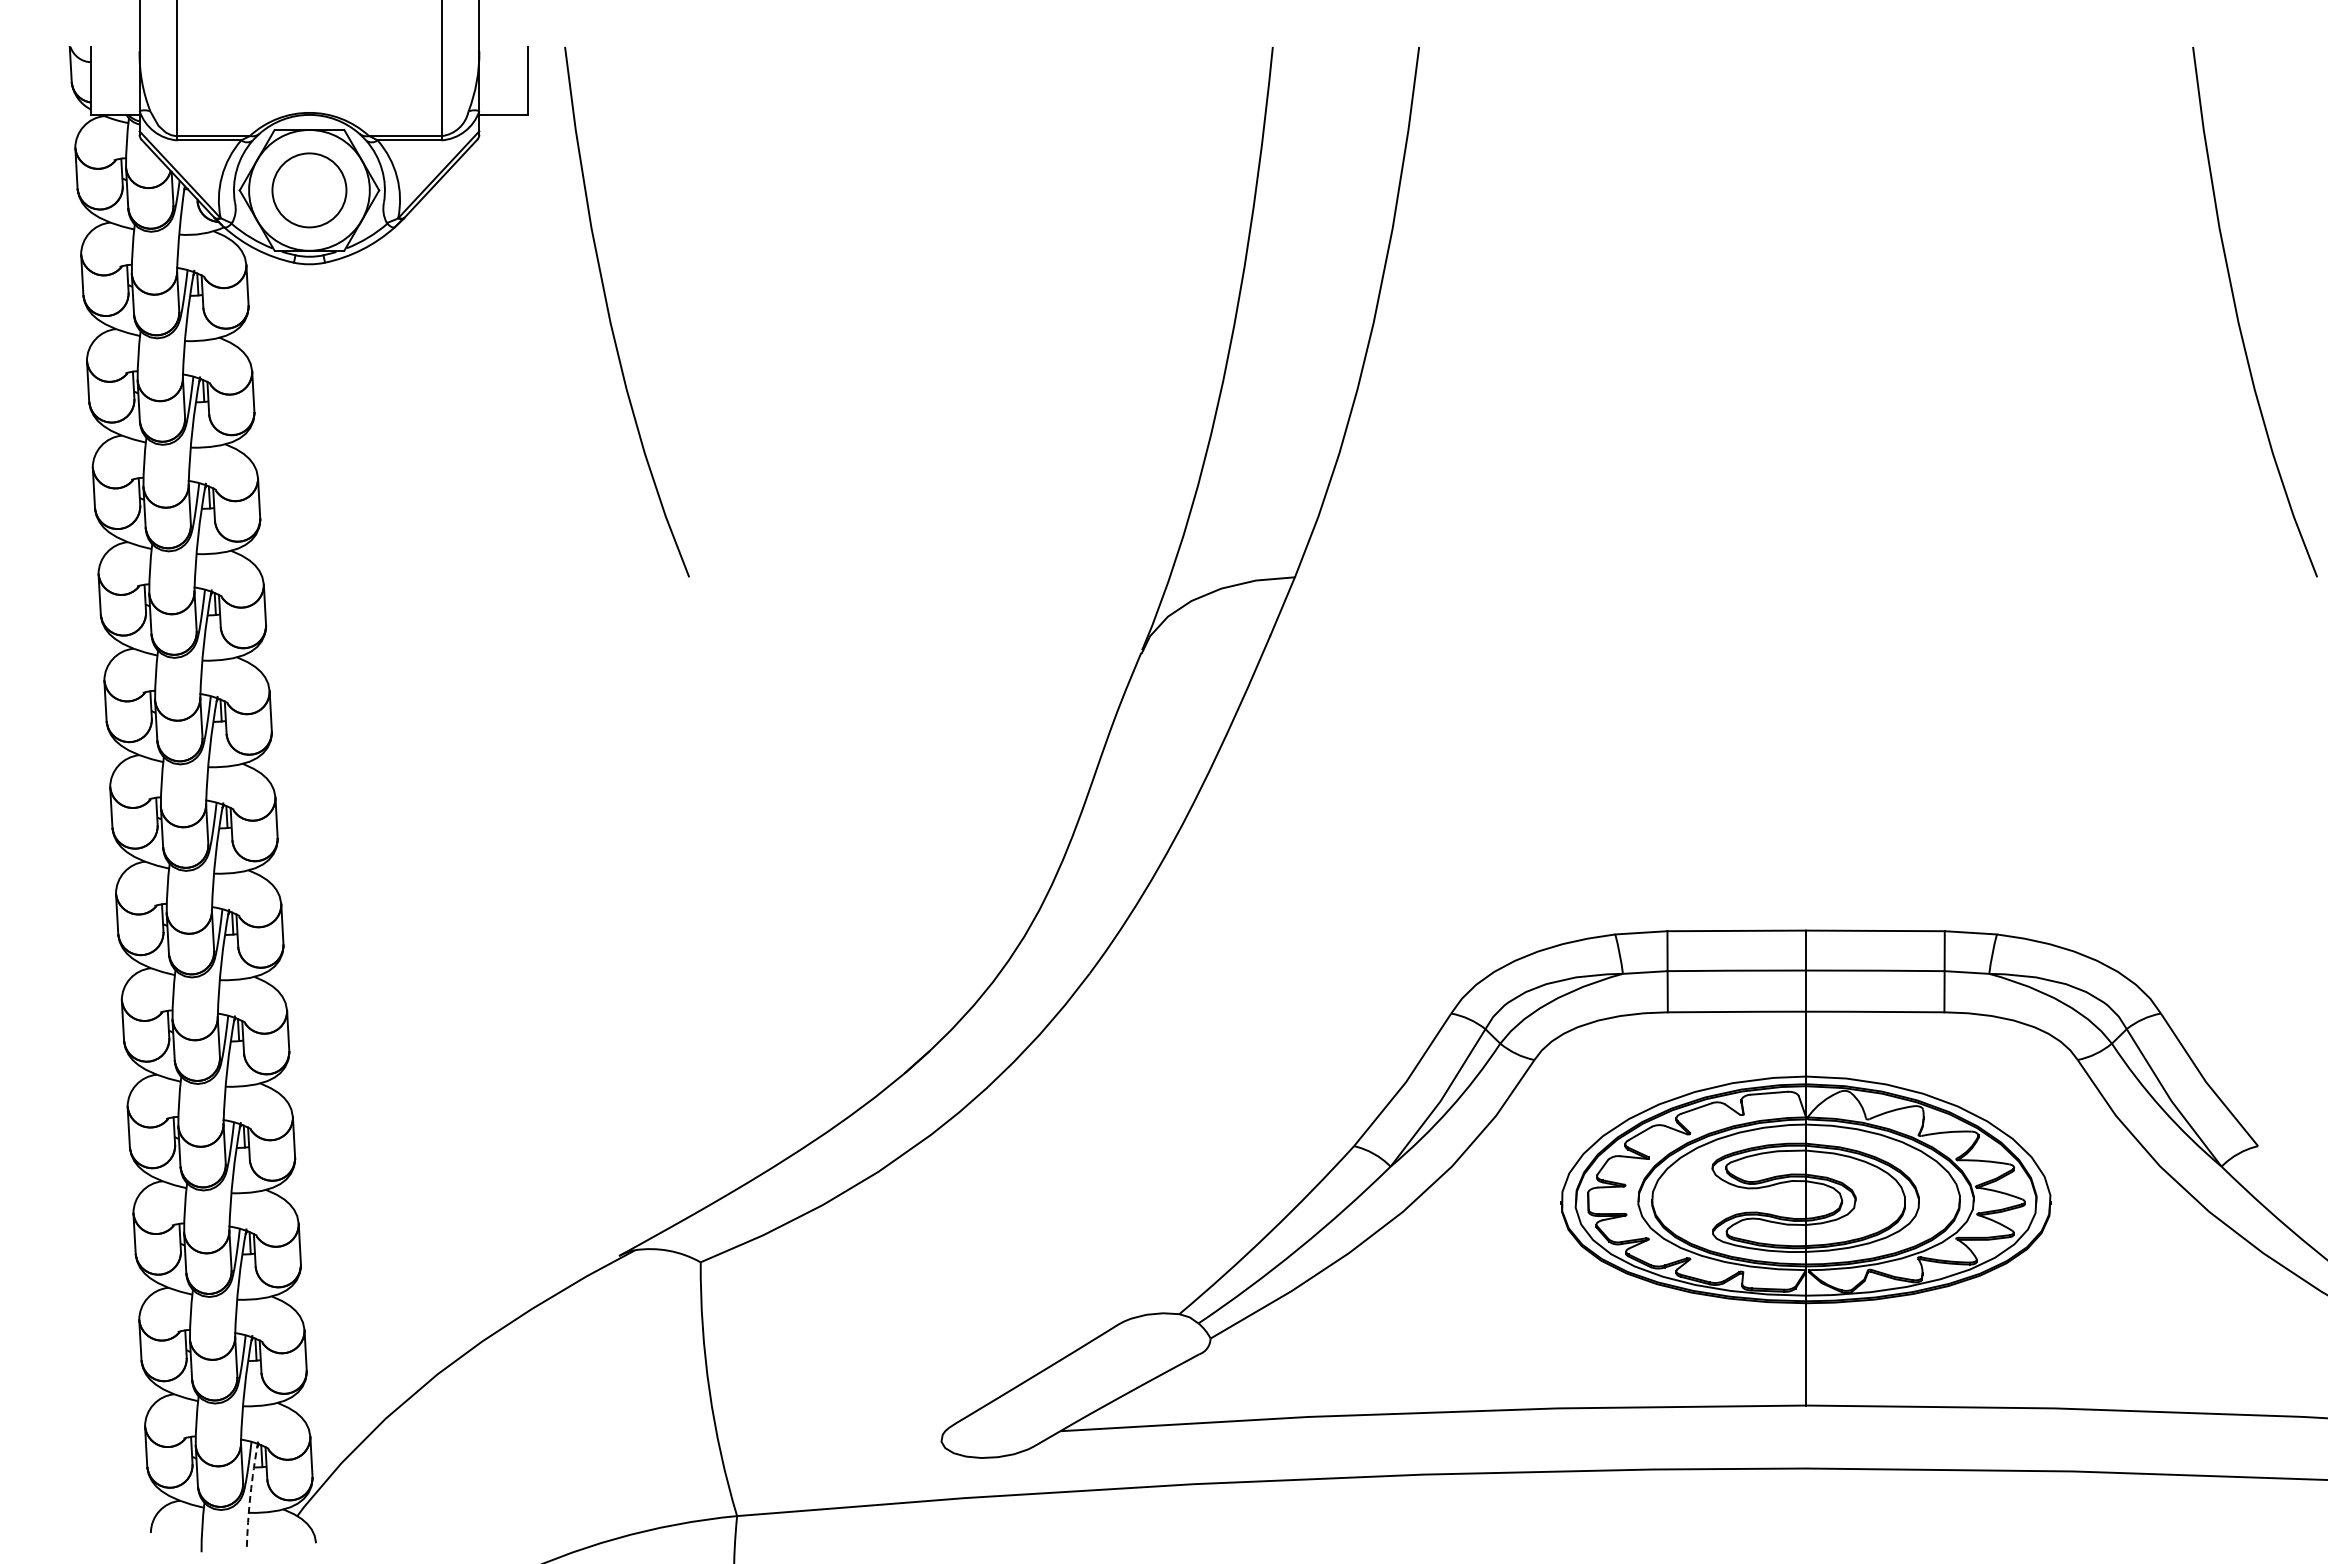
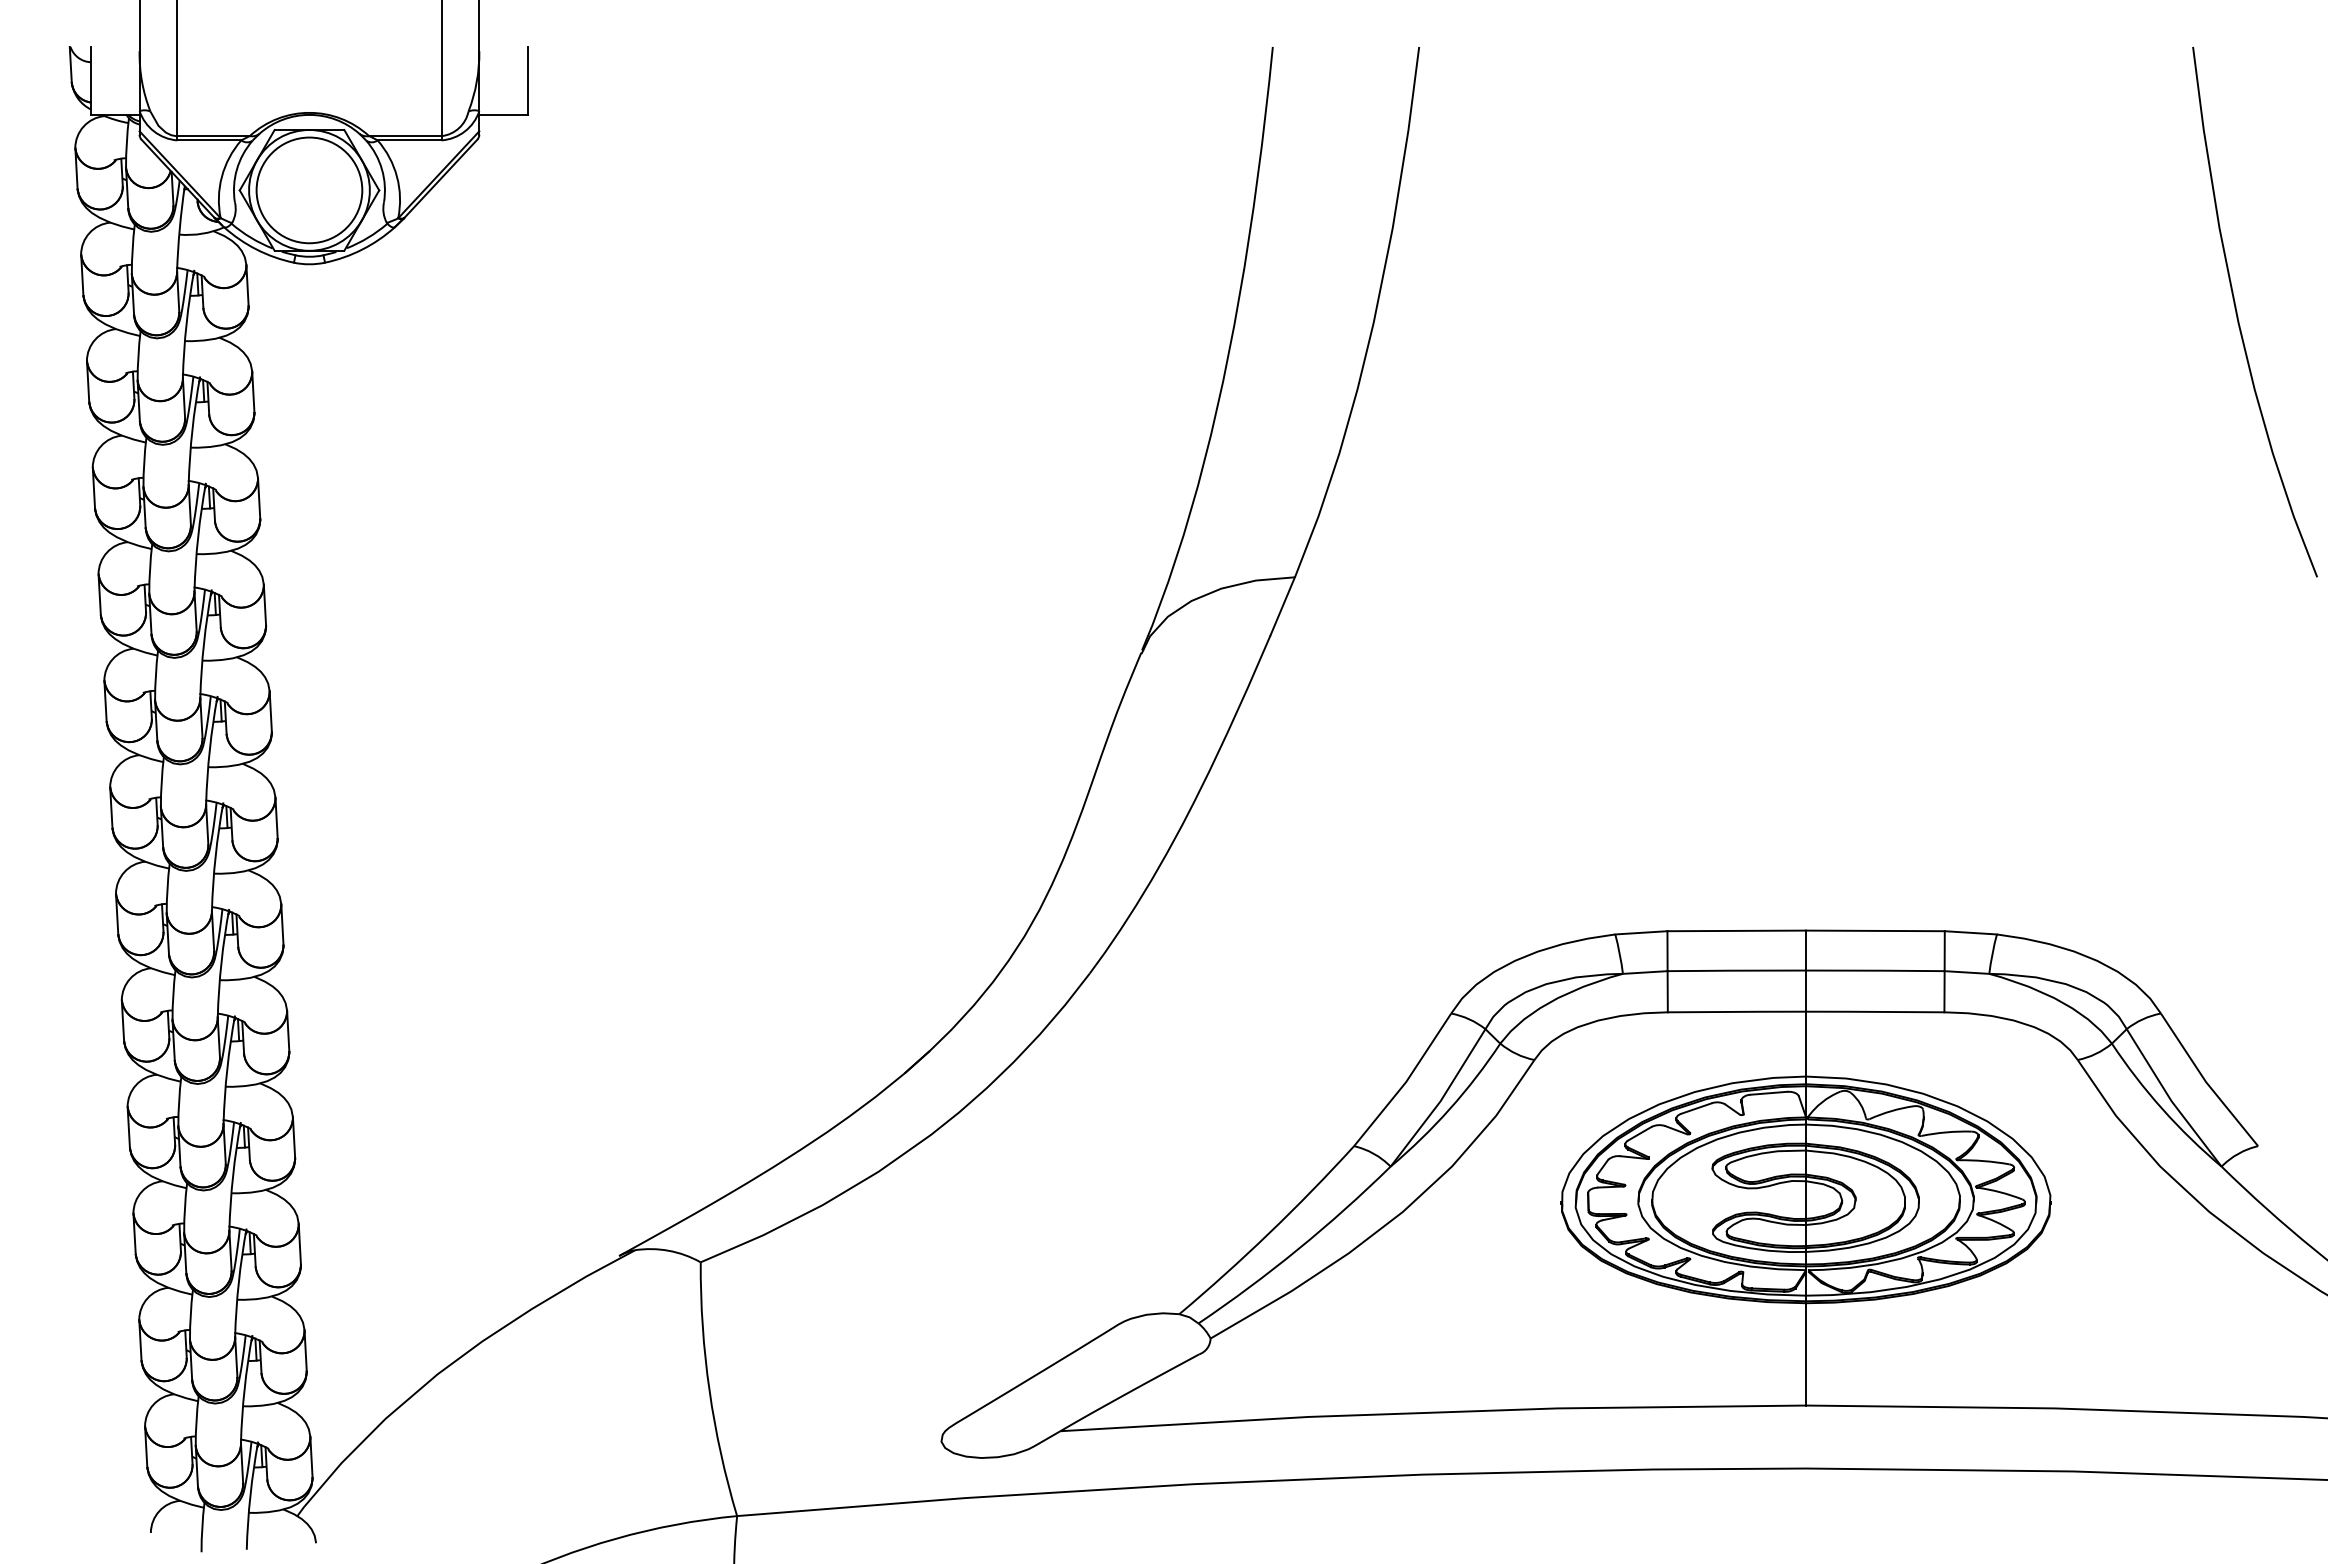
circle at (309, 190) diameter: 74 px -> 106 px
curve at (610, 316): present -> none
arc at (250, 1495): dashed -> solid
